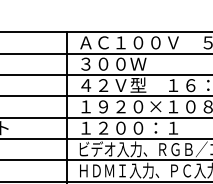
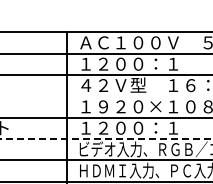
text at (129, 63): ３００Ｗ -> １２００：１
line at (105, 96): present -> none
line at (106, 138): solid -> dashed
